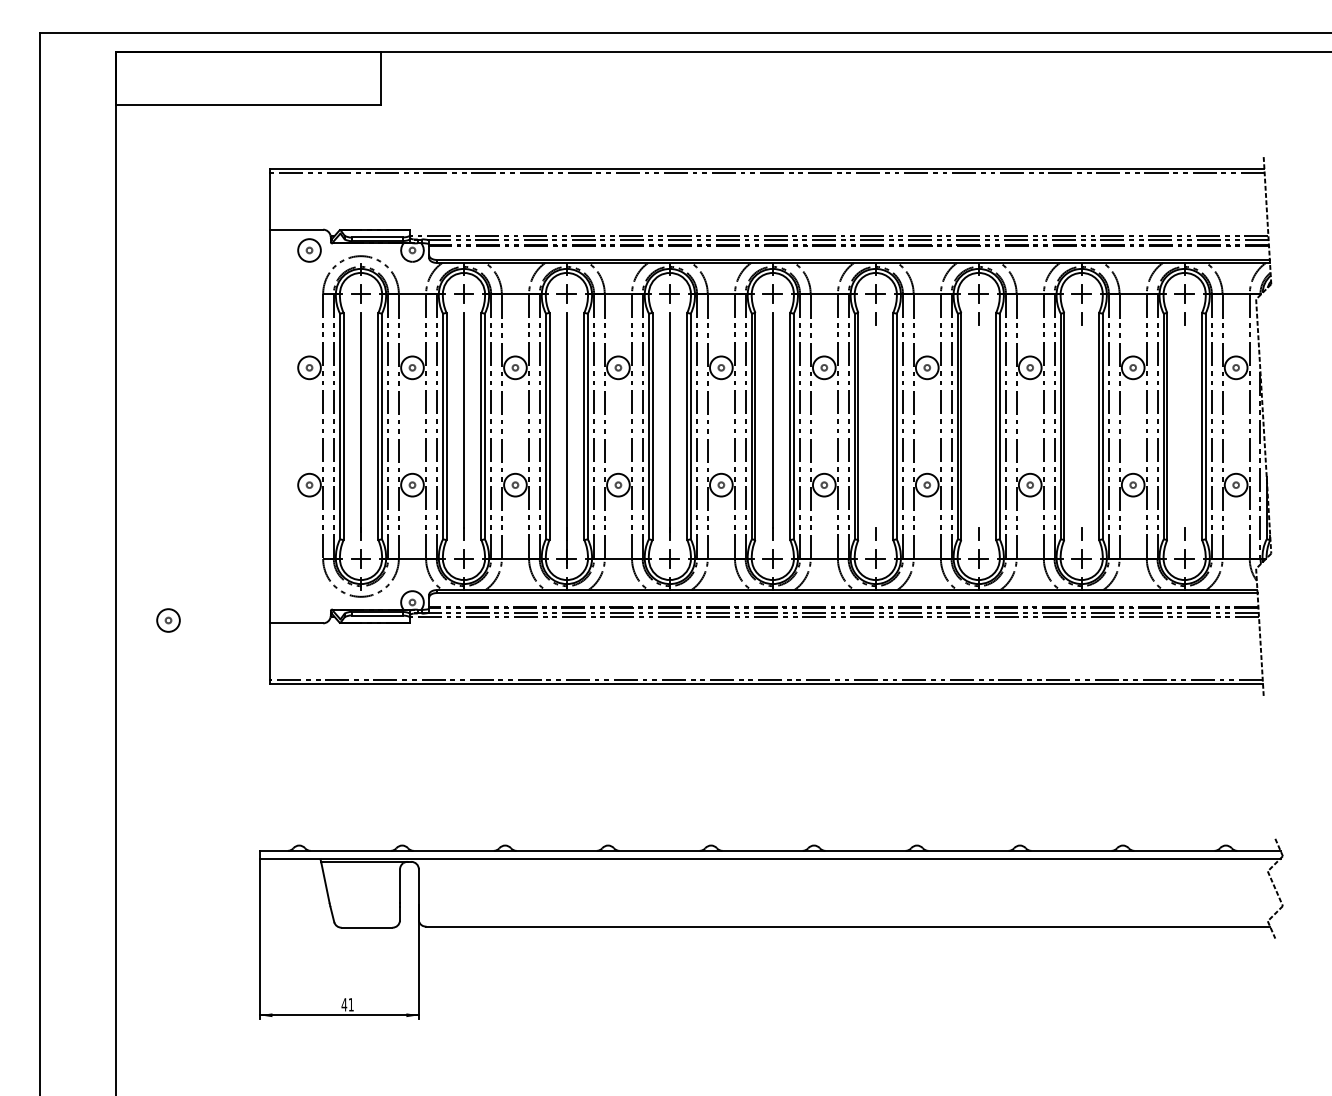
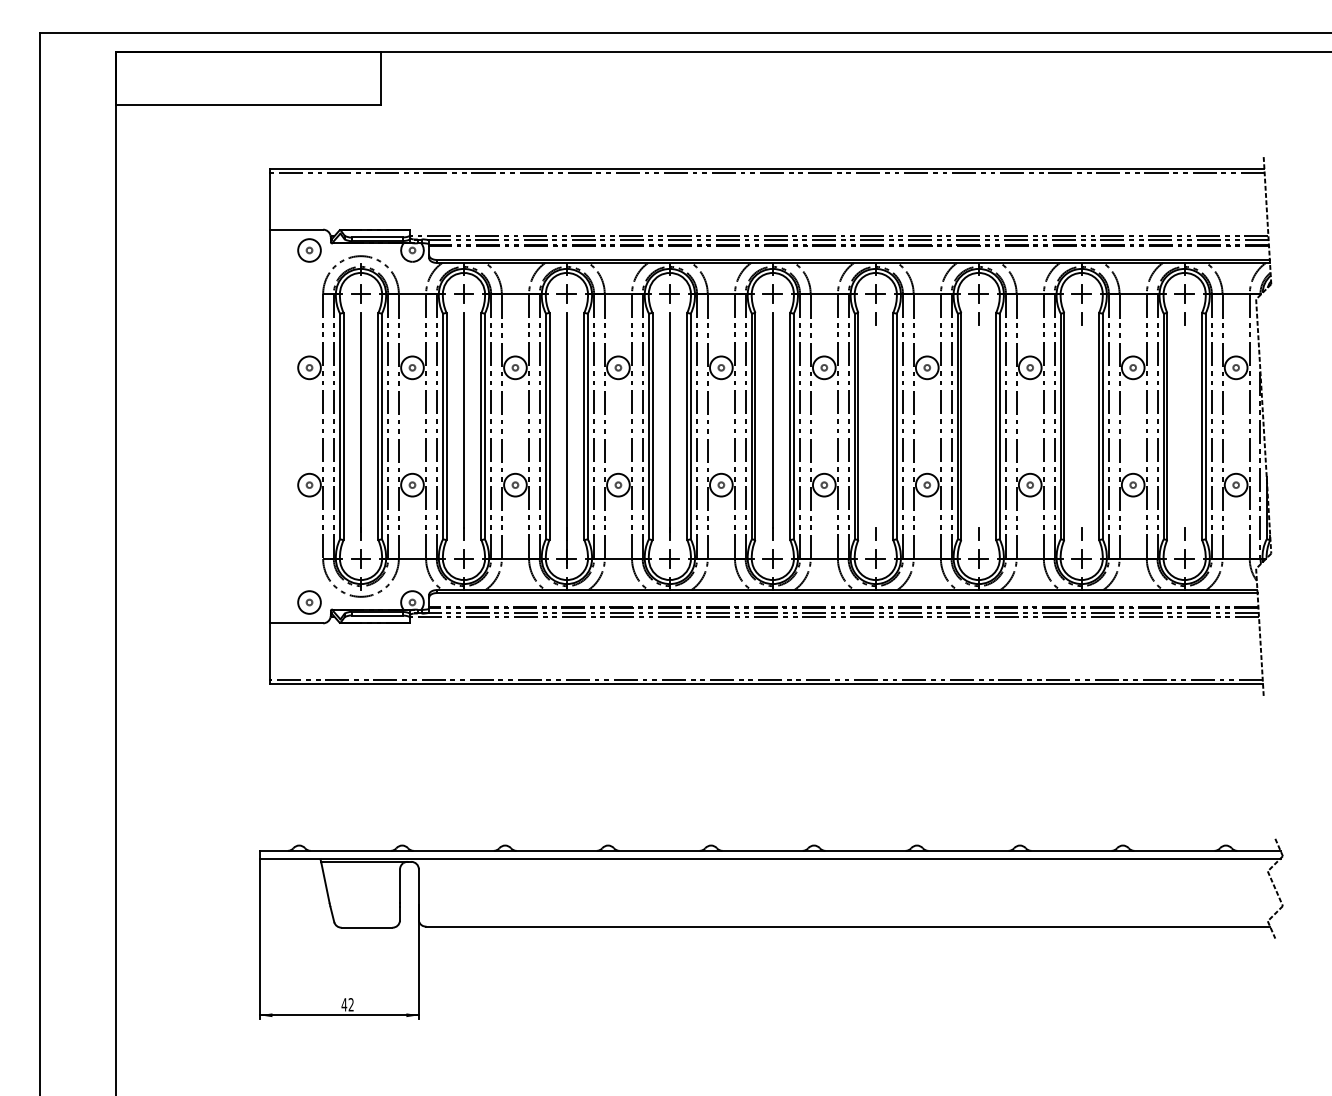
part at (168, 620) position: (168, 620) -> (309, 602)
text at (350, 1004): 41 -> 42
